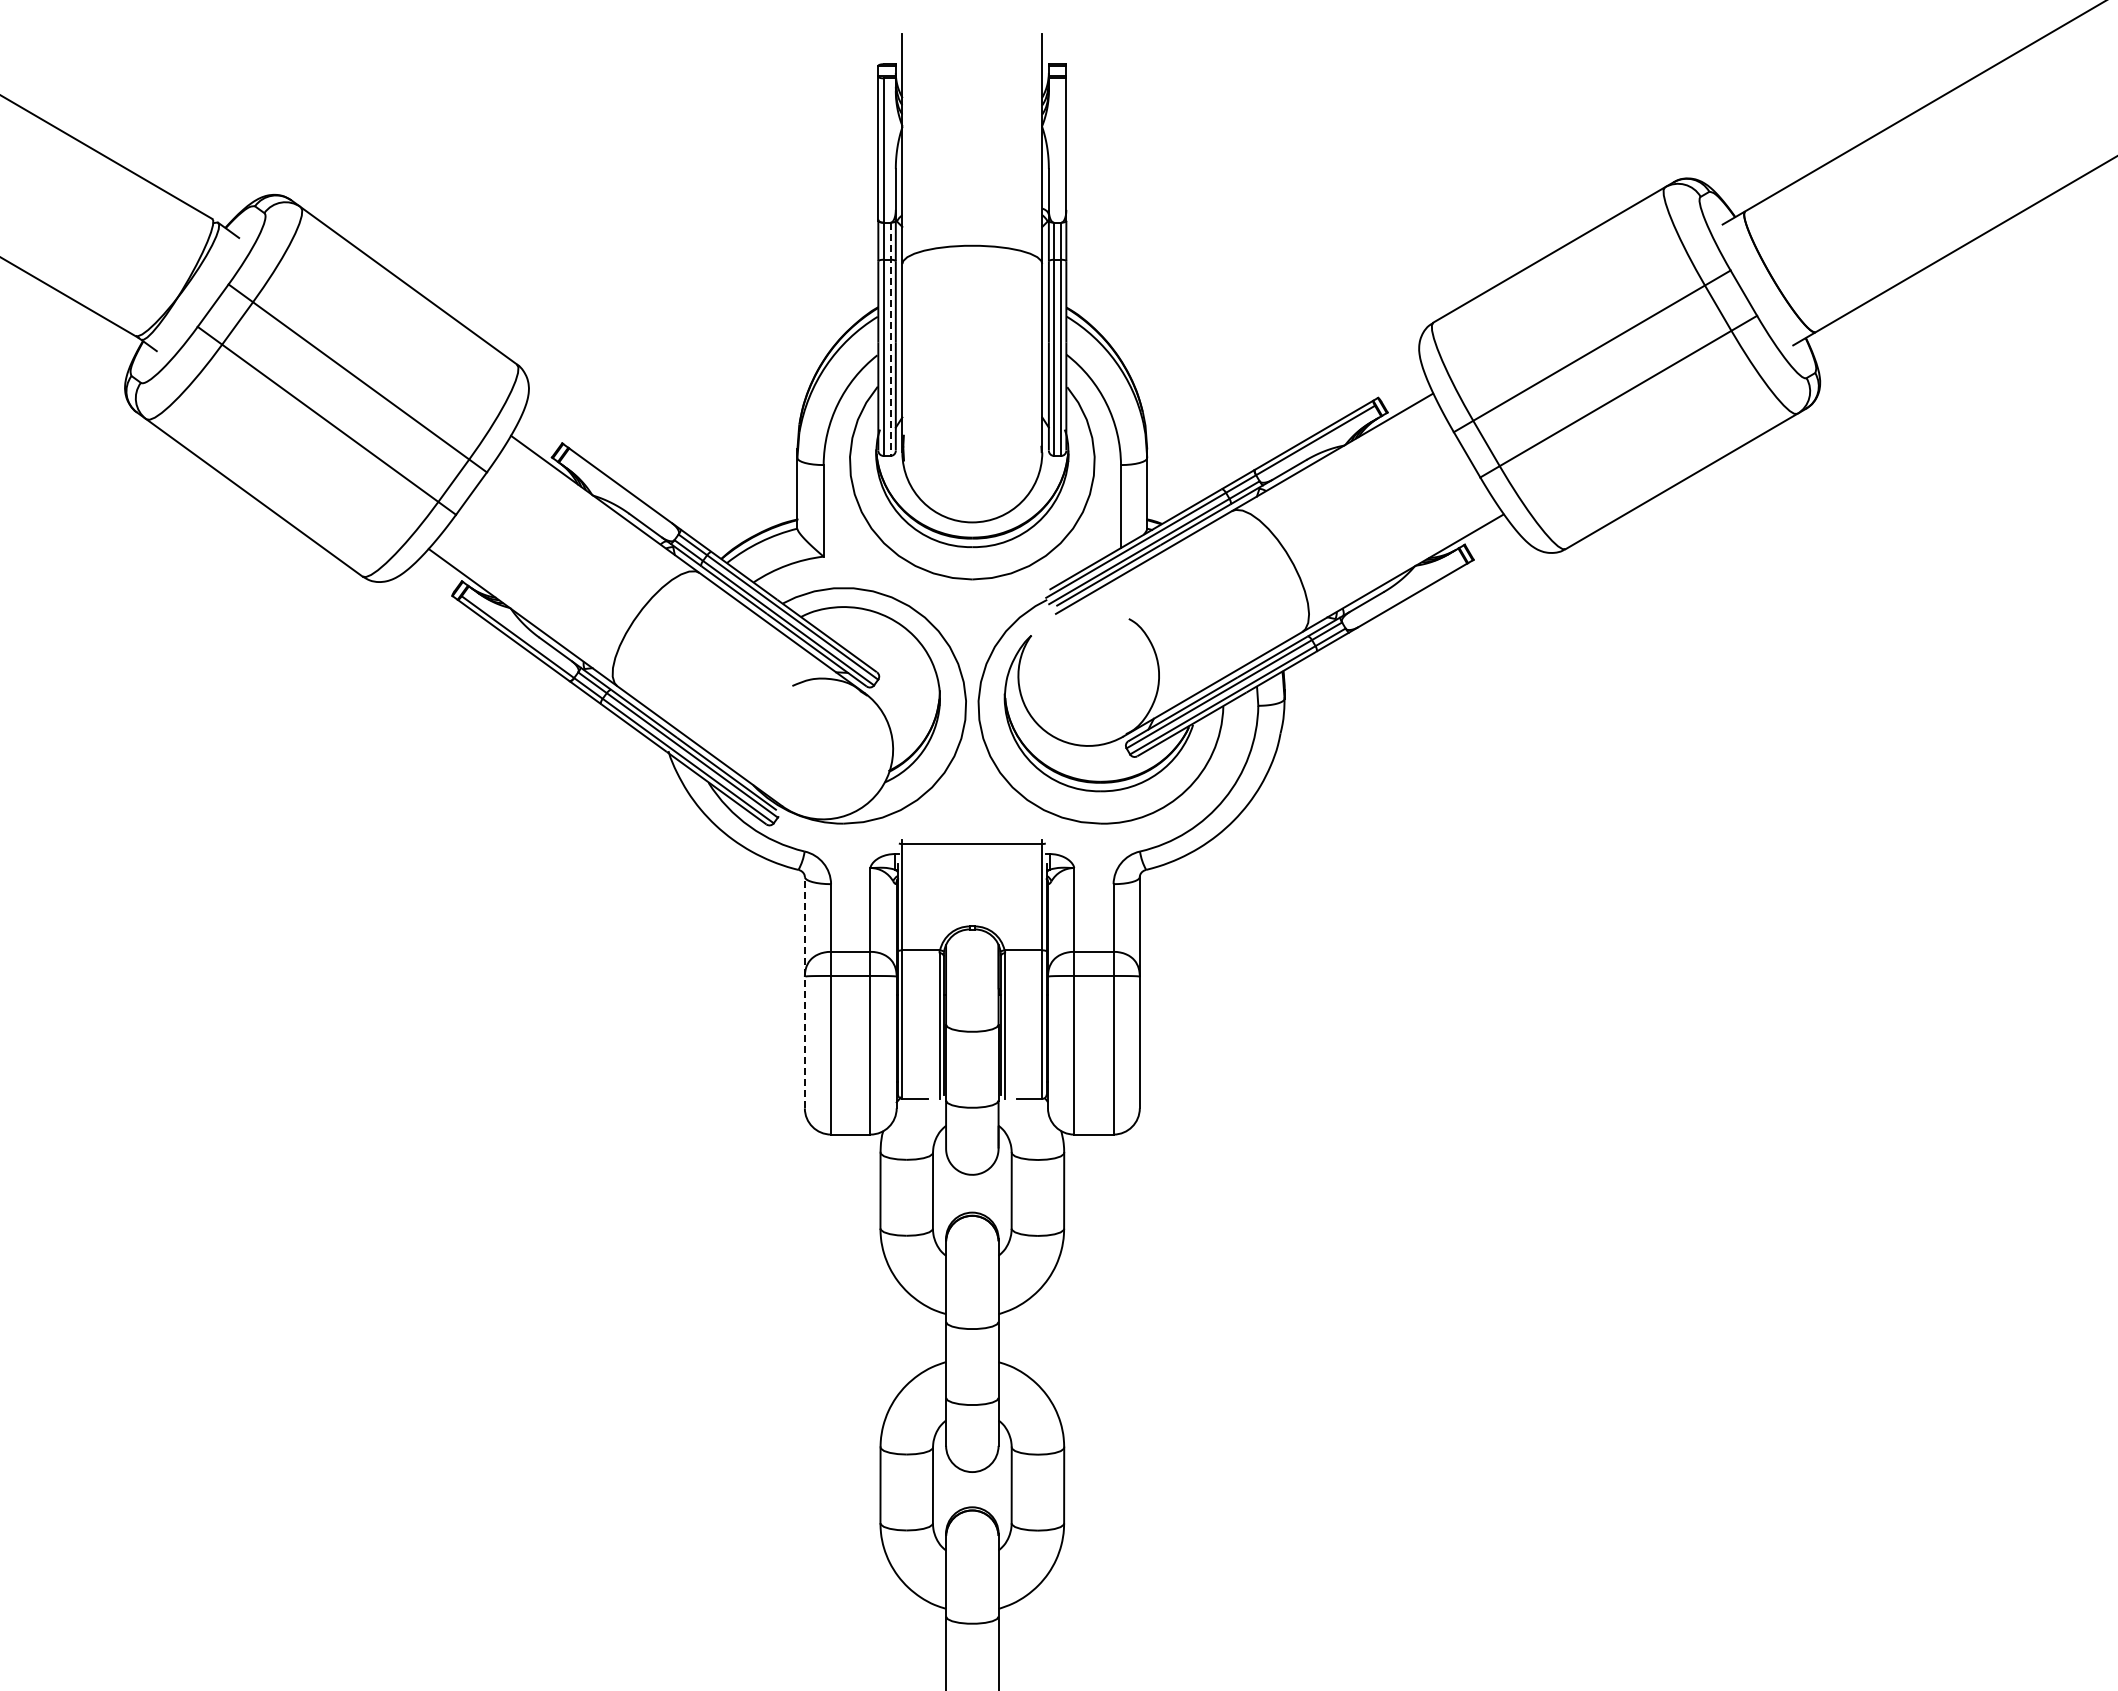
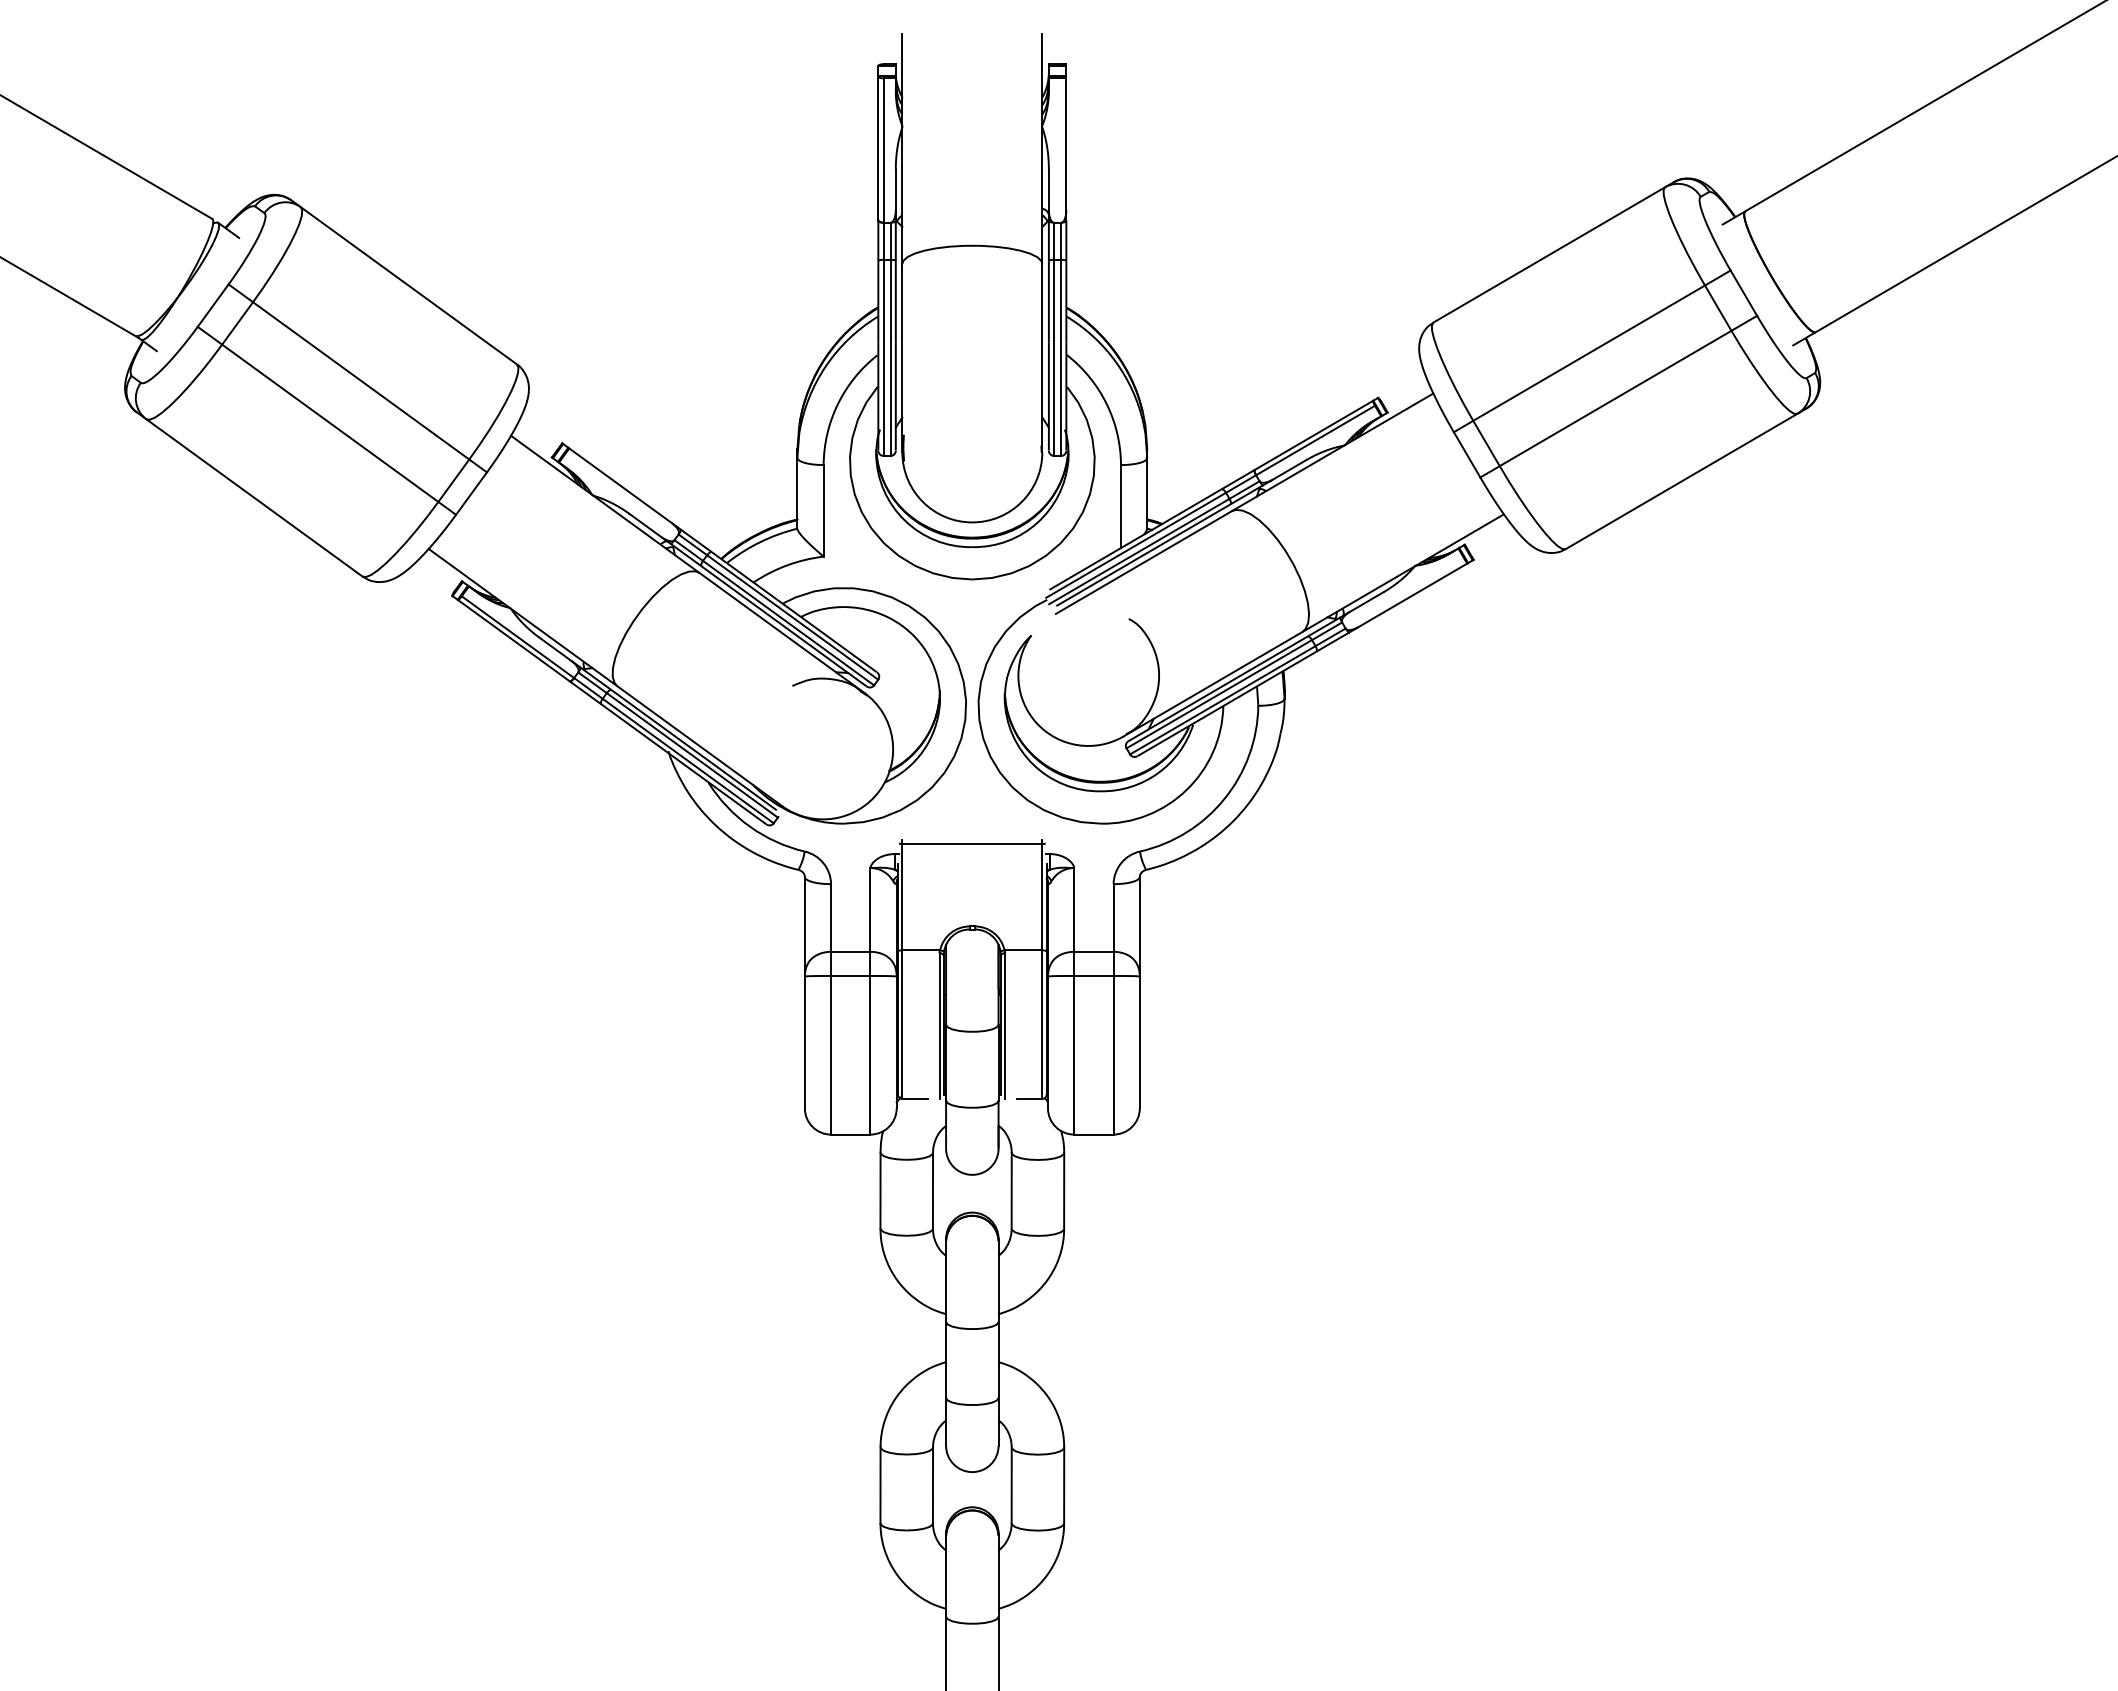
line at (890, 339): dashed -> solid
line at (804, 992): dashed -> solid
